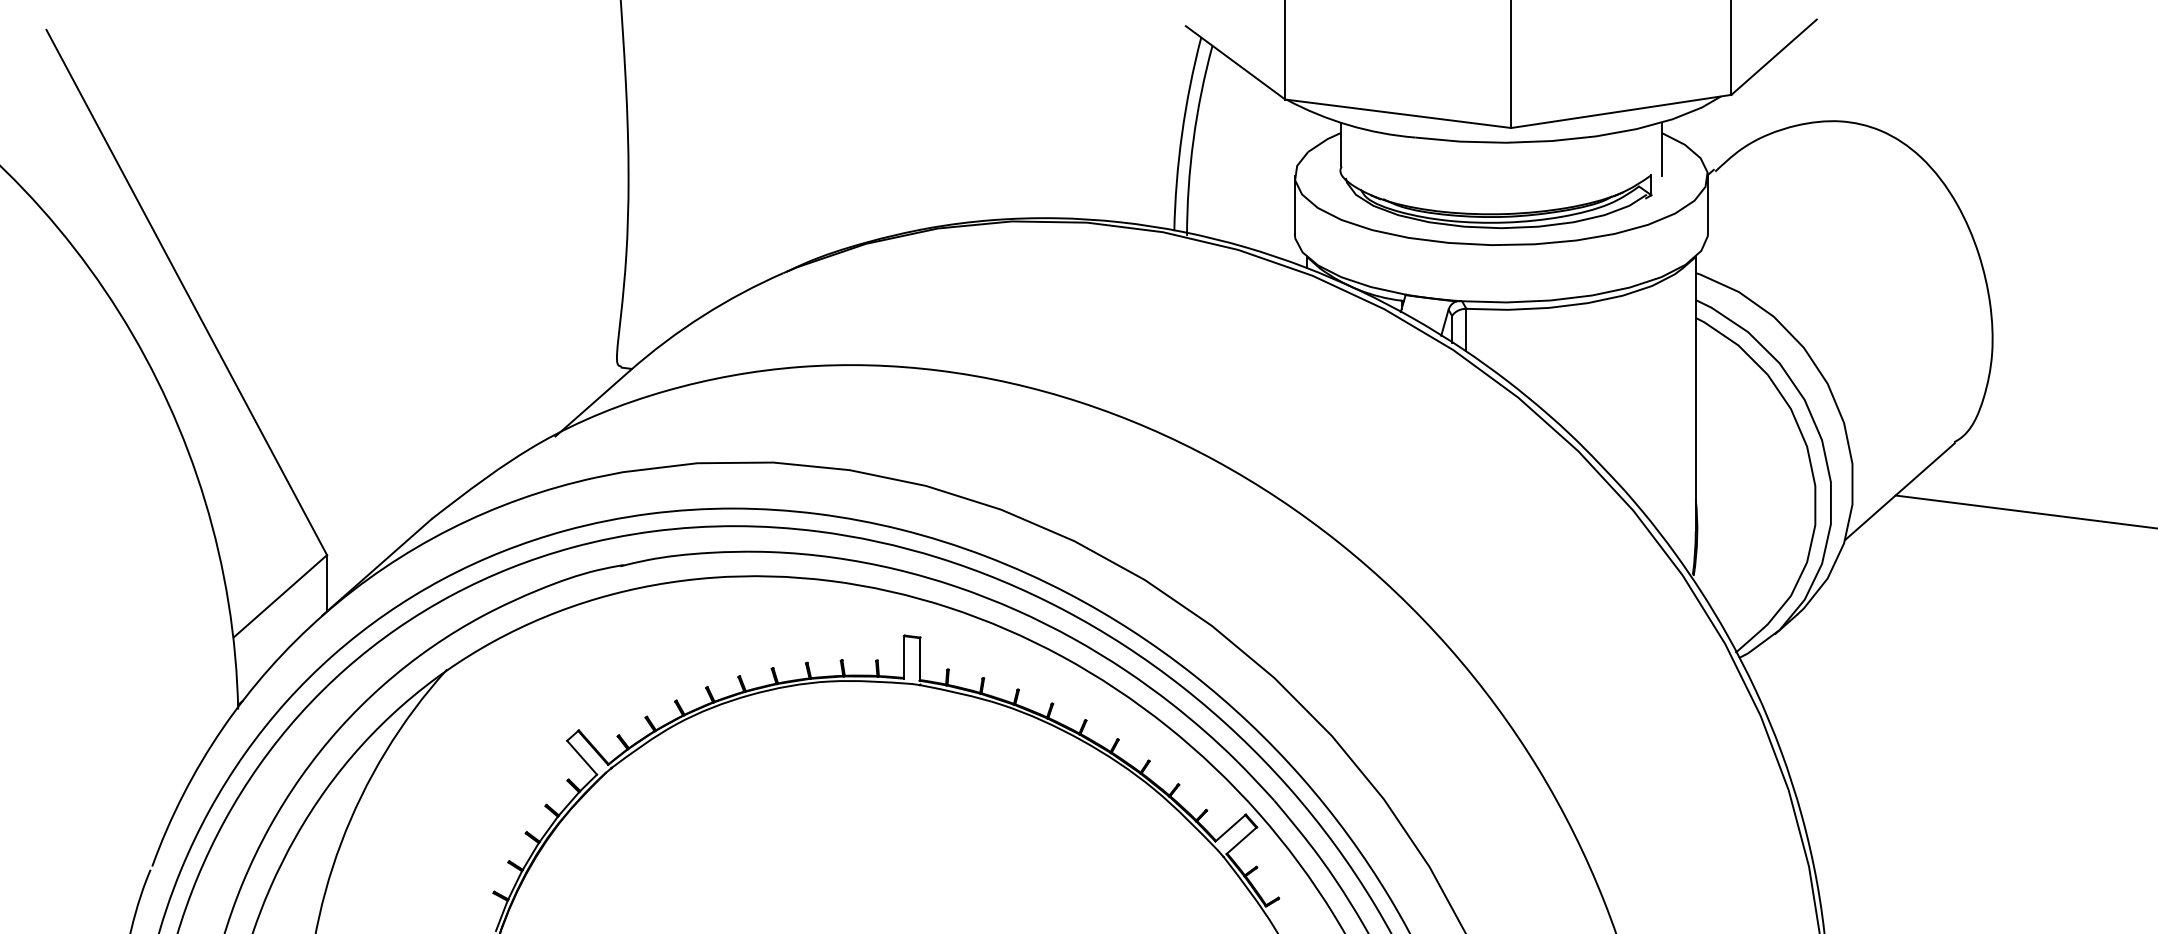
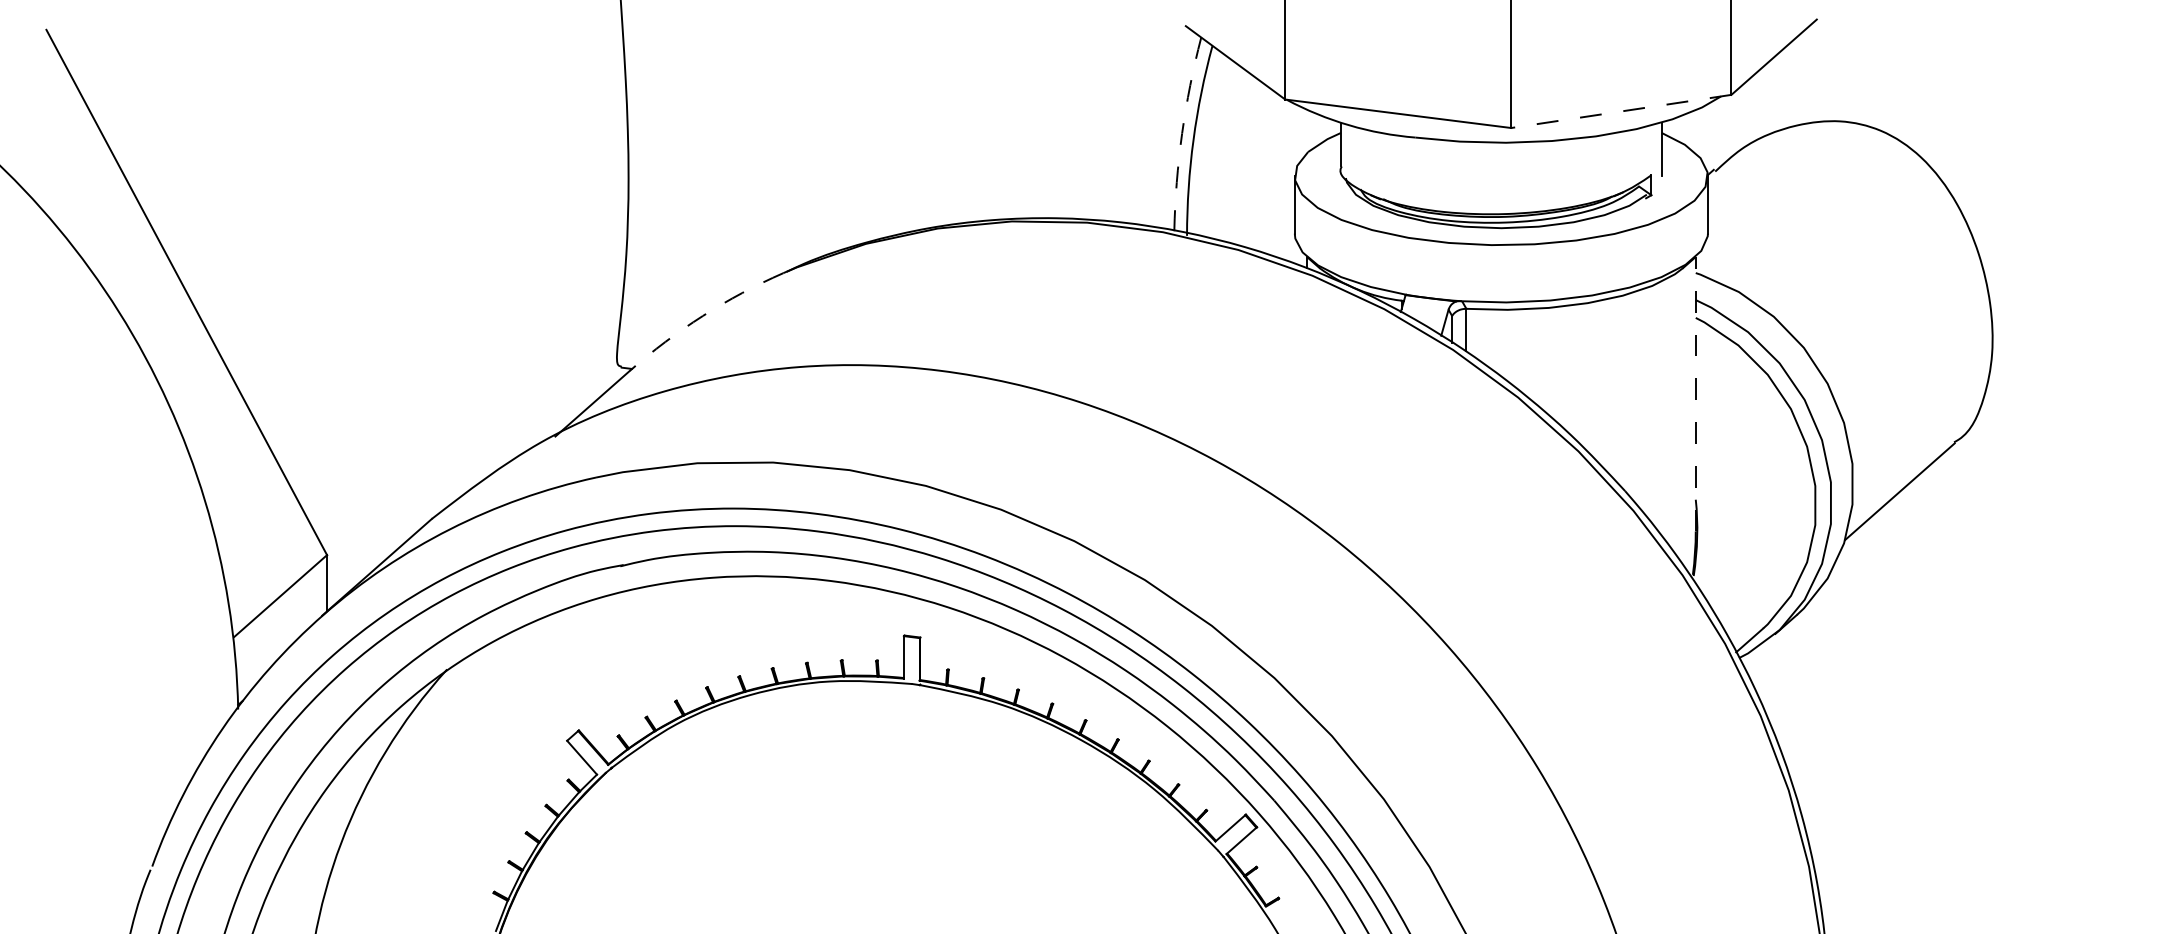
line at (1620, 111): solid -> dashed
arc at (1182, 133): solid -> dashed
arc at (702, 316): solid -> dashed
line at (1695, 393): solid -> dashed
line at (2024, 511): present -> none
